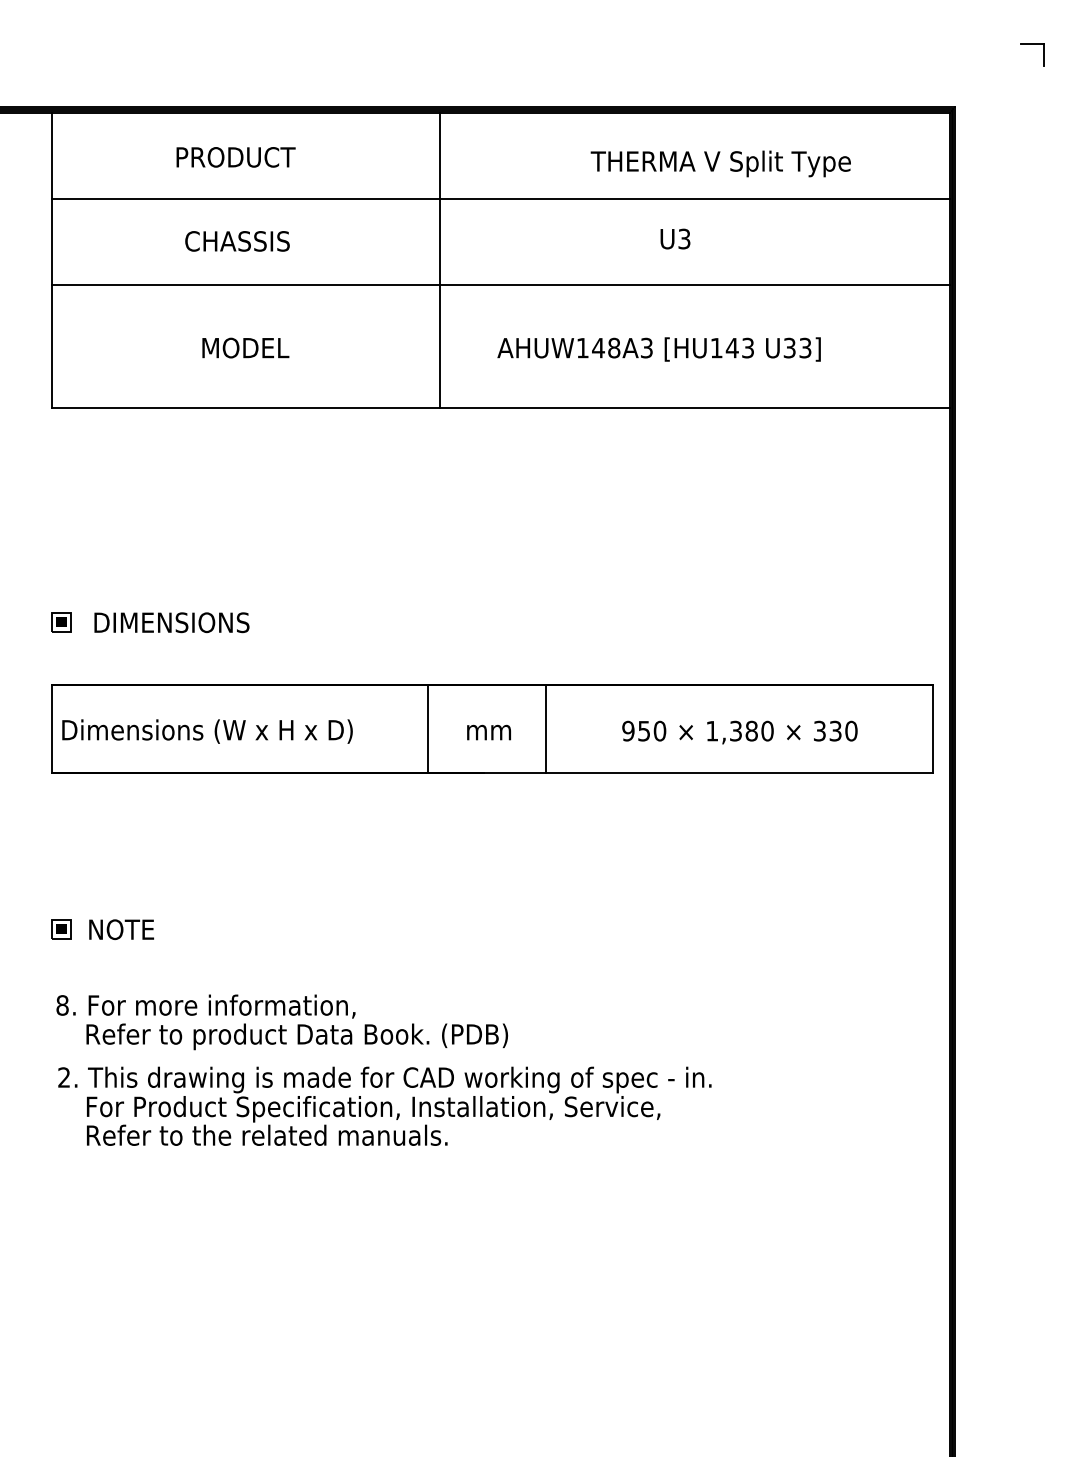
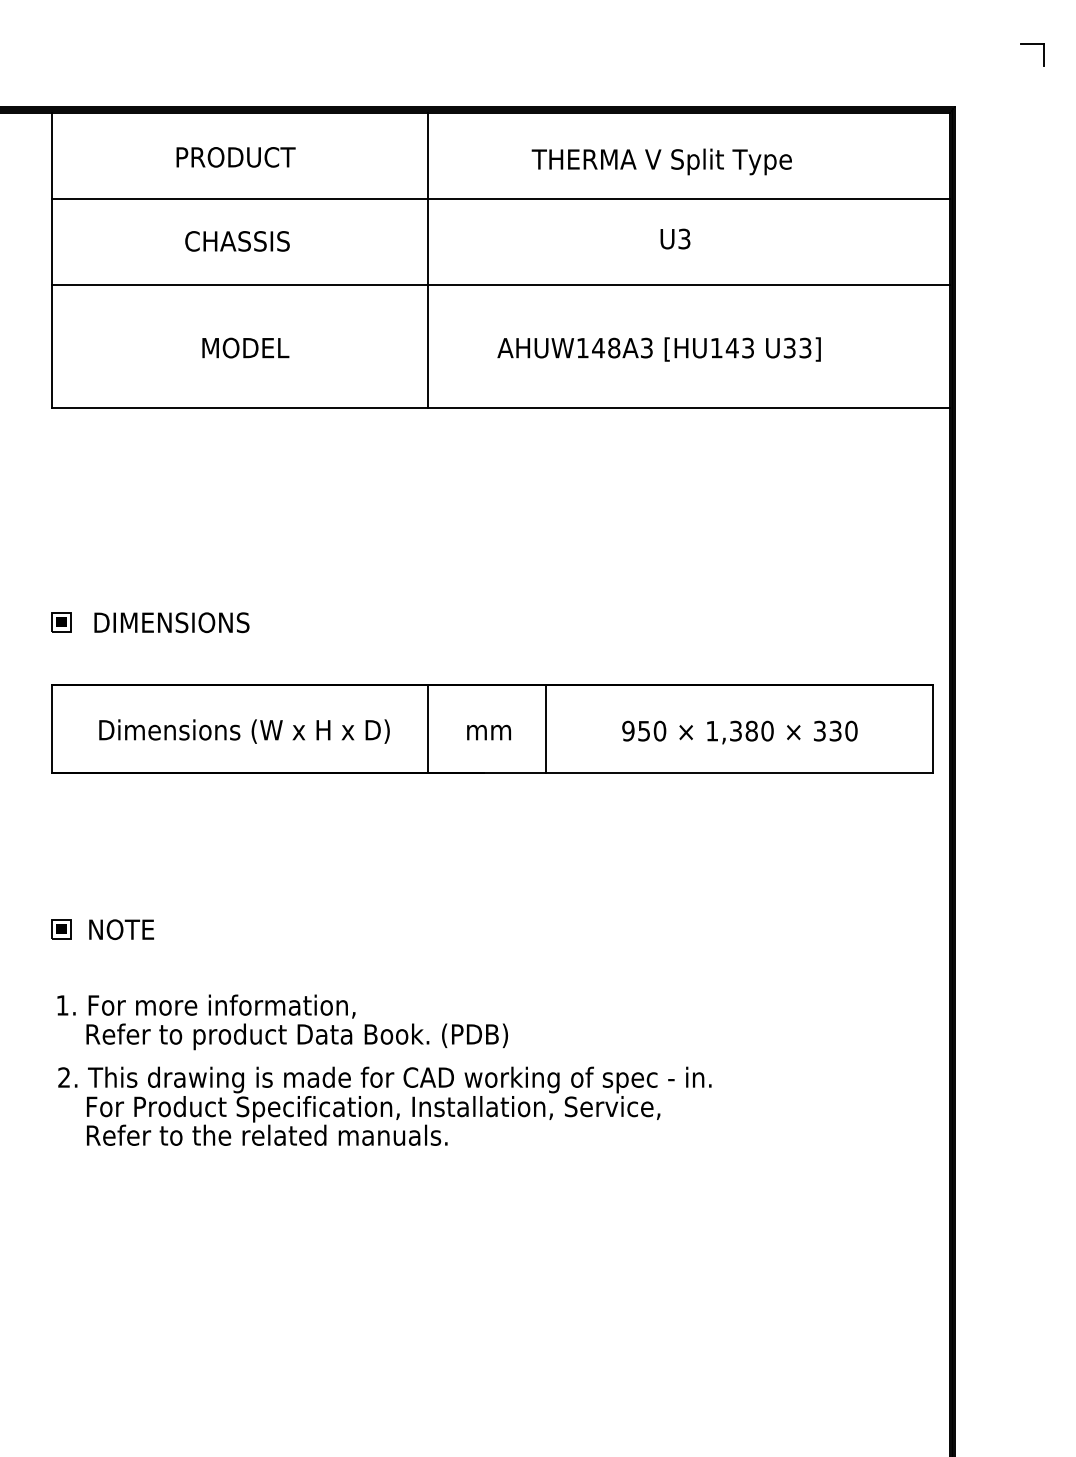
text at (720, 163) position: (720, 163) -> (661, 161)
line at (440, 260) position: (440, 260) -> (428, 260)
text at (207, 731) position: (207, 731) -> (244, 731)
text at (62, 1005): 8. -> 1.
